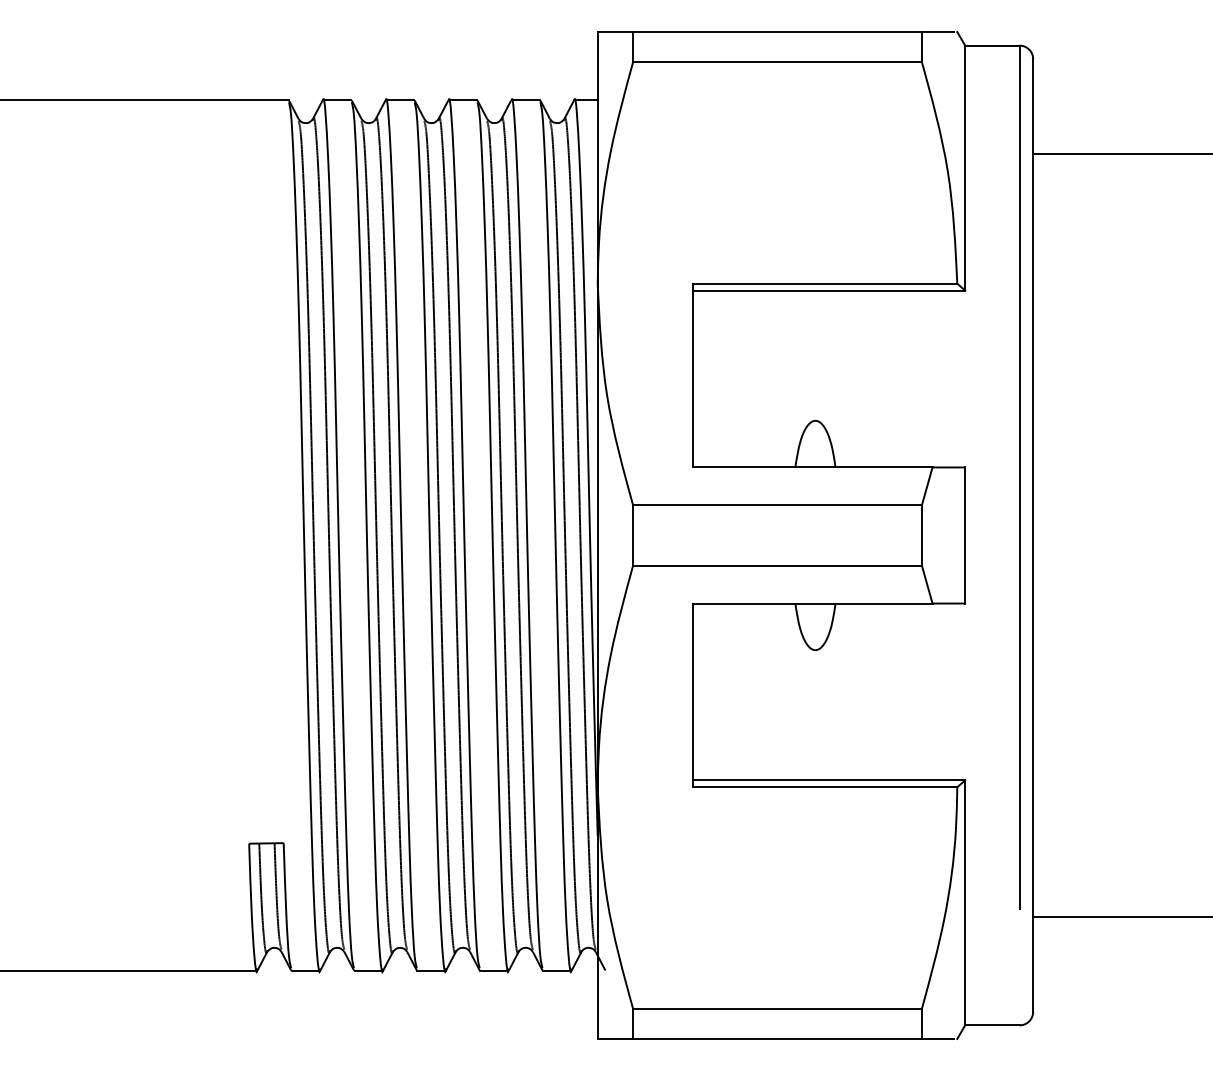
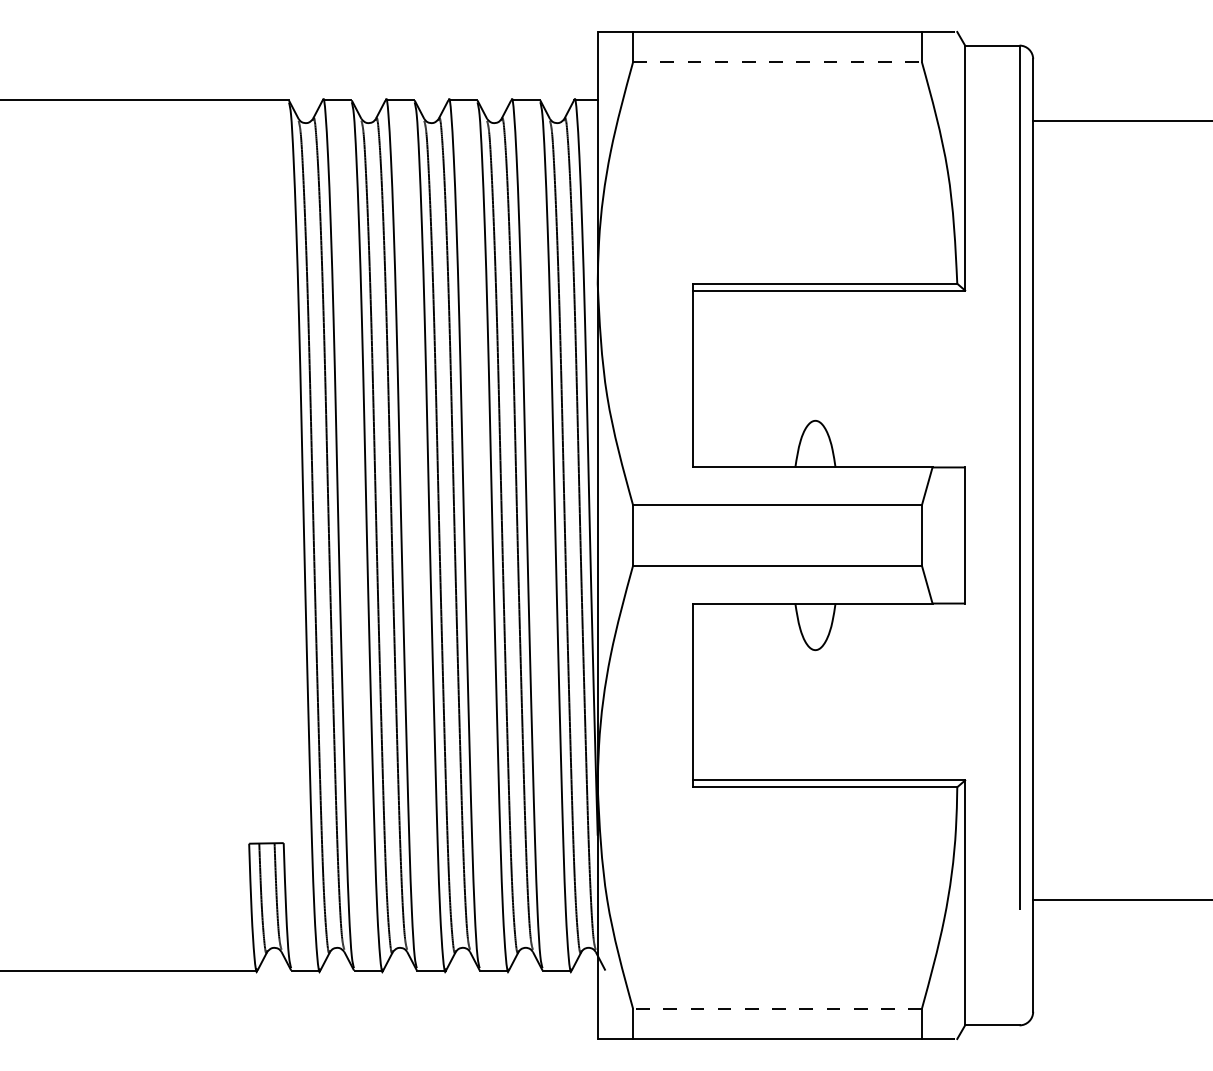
line at (778, 62): solid -> dashed
line at (1121, 154) position: (1121, 154) -> (1121, 121)
line at (1121, 916) position: (1121, 916) -> (1121, 899)
line at (777, 1008): solid -> dashed
